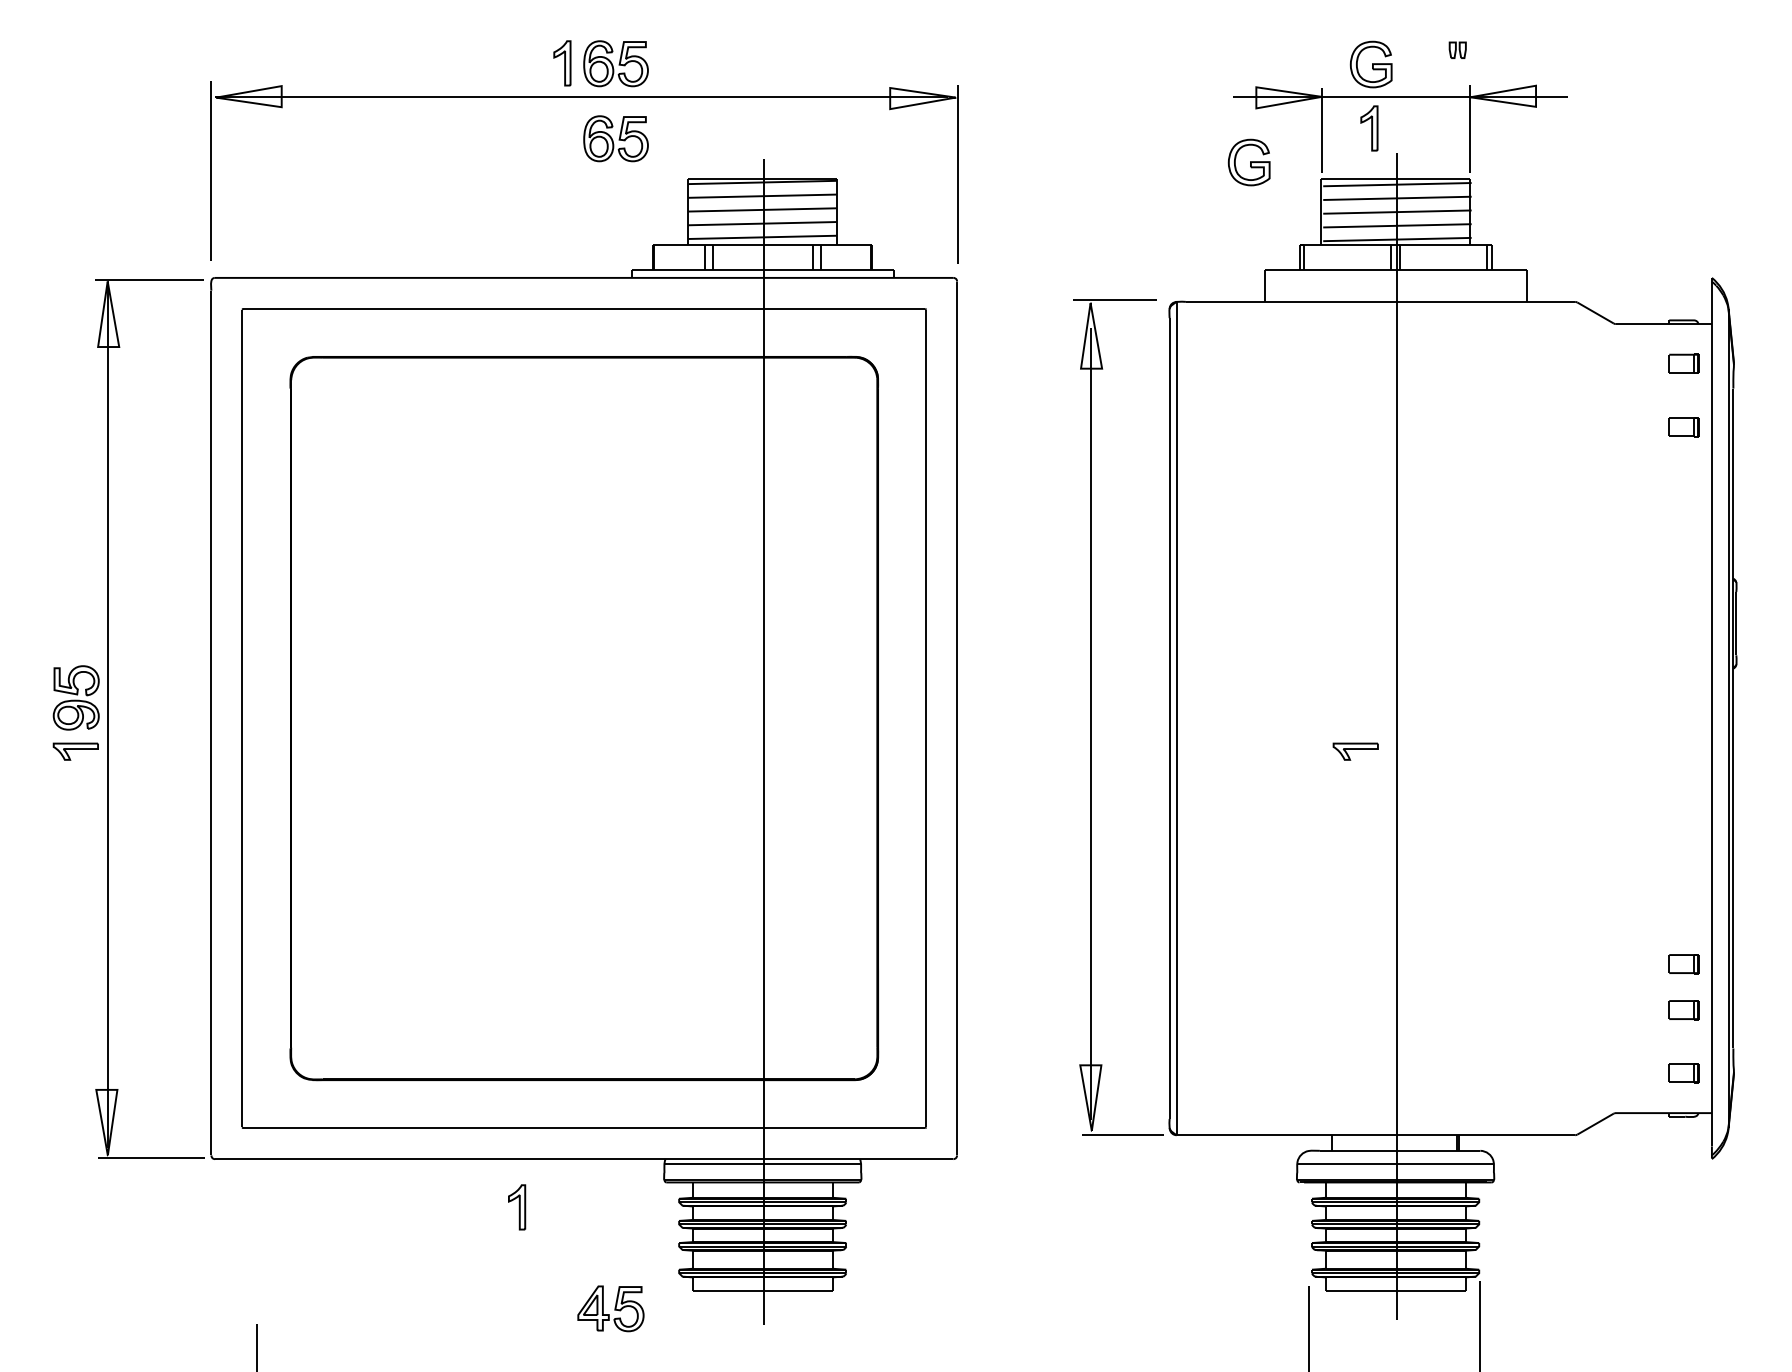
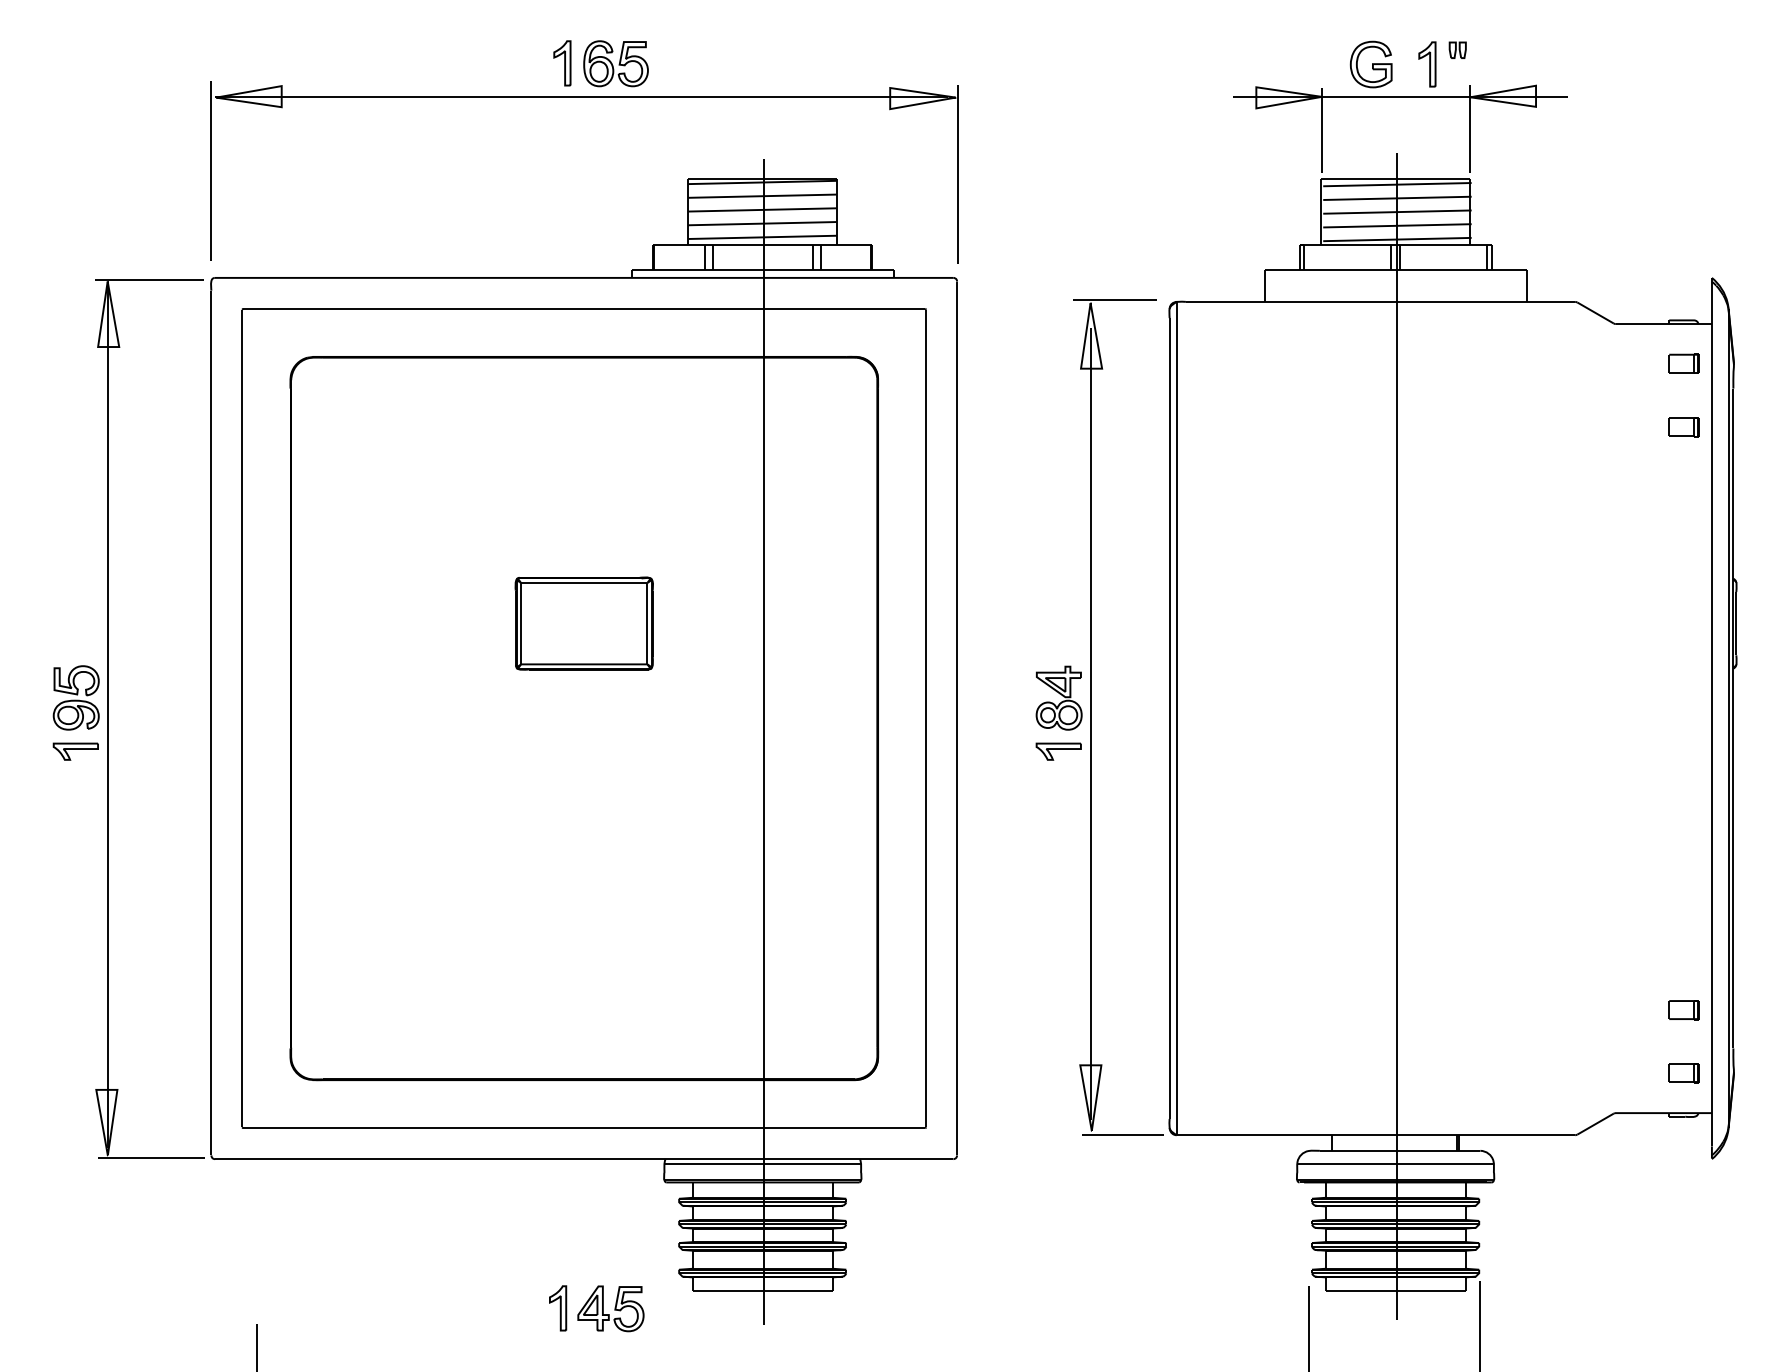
part at (1369, 128) position: (1369, 128) -> (1427, 64)
part at (615, 138): present -> none
part at (1248, 162): present -> none
part at (583, 623): none -> present
part at (1058, 697): none -> present
part at (1355, 751) position: (1355, 751) -> (1058, 751)
part at (1683, 964): present -> none
part at (517, 1207) position: (517, 1207) -> (558, 1308)
